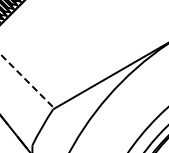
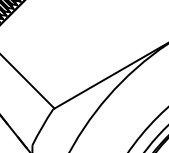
line at (27, 81): dashed -> solid
